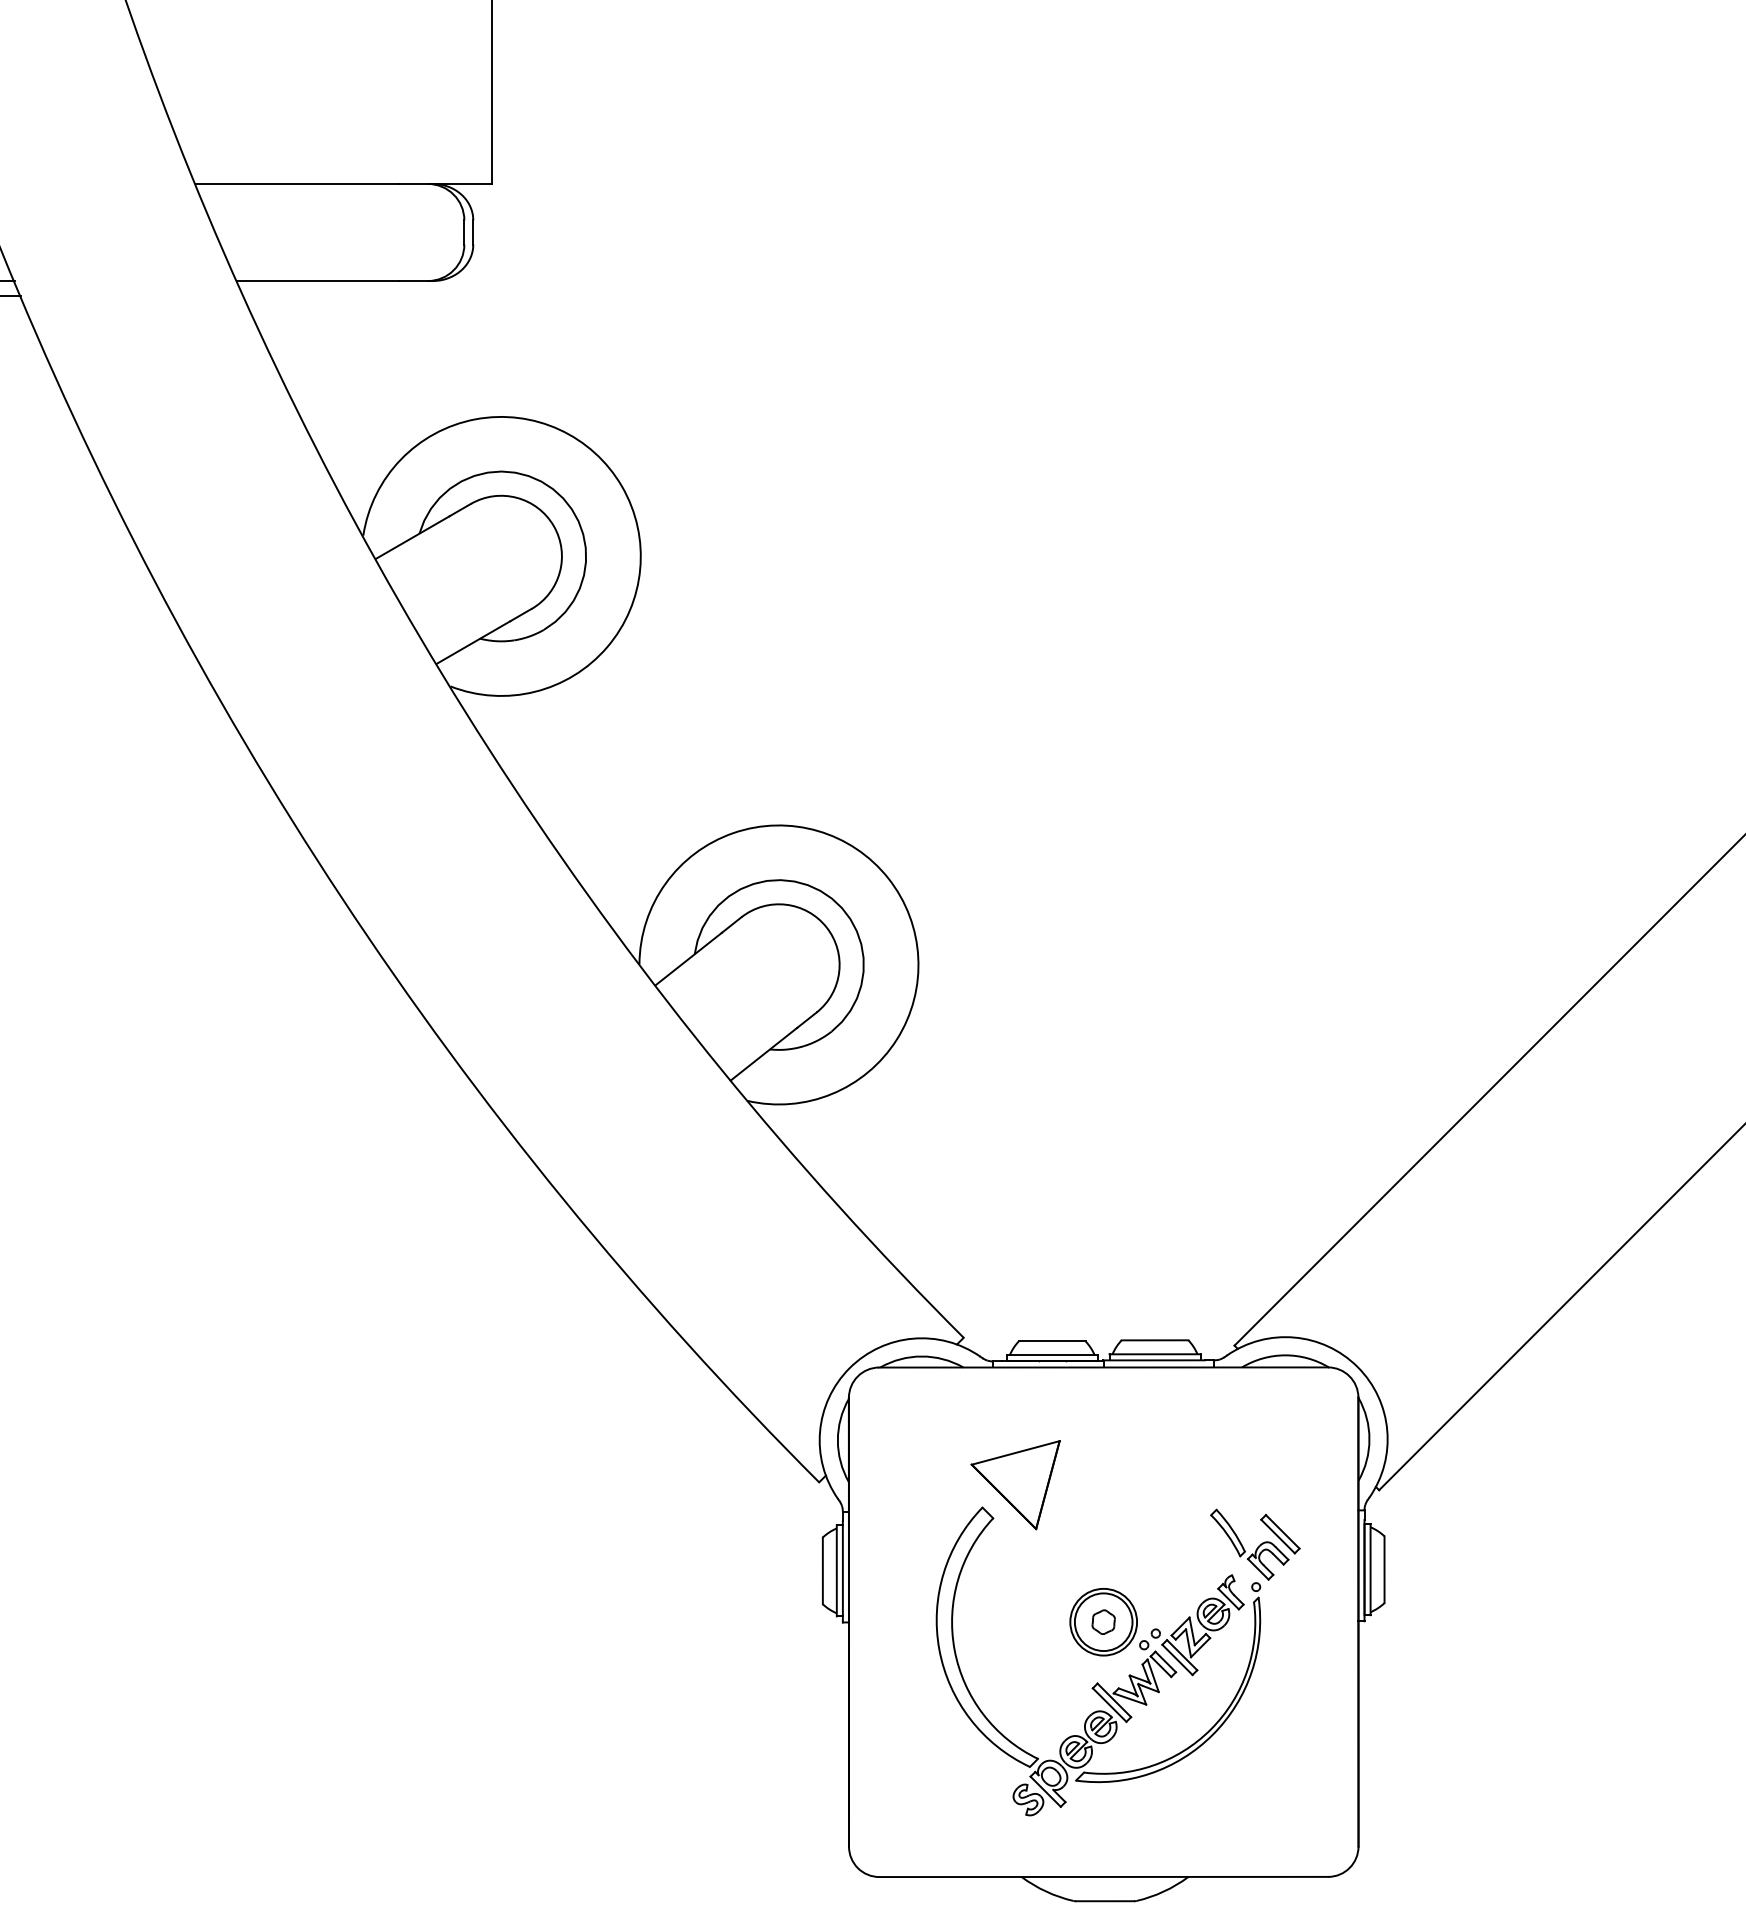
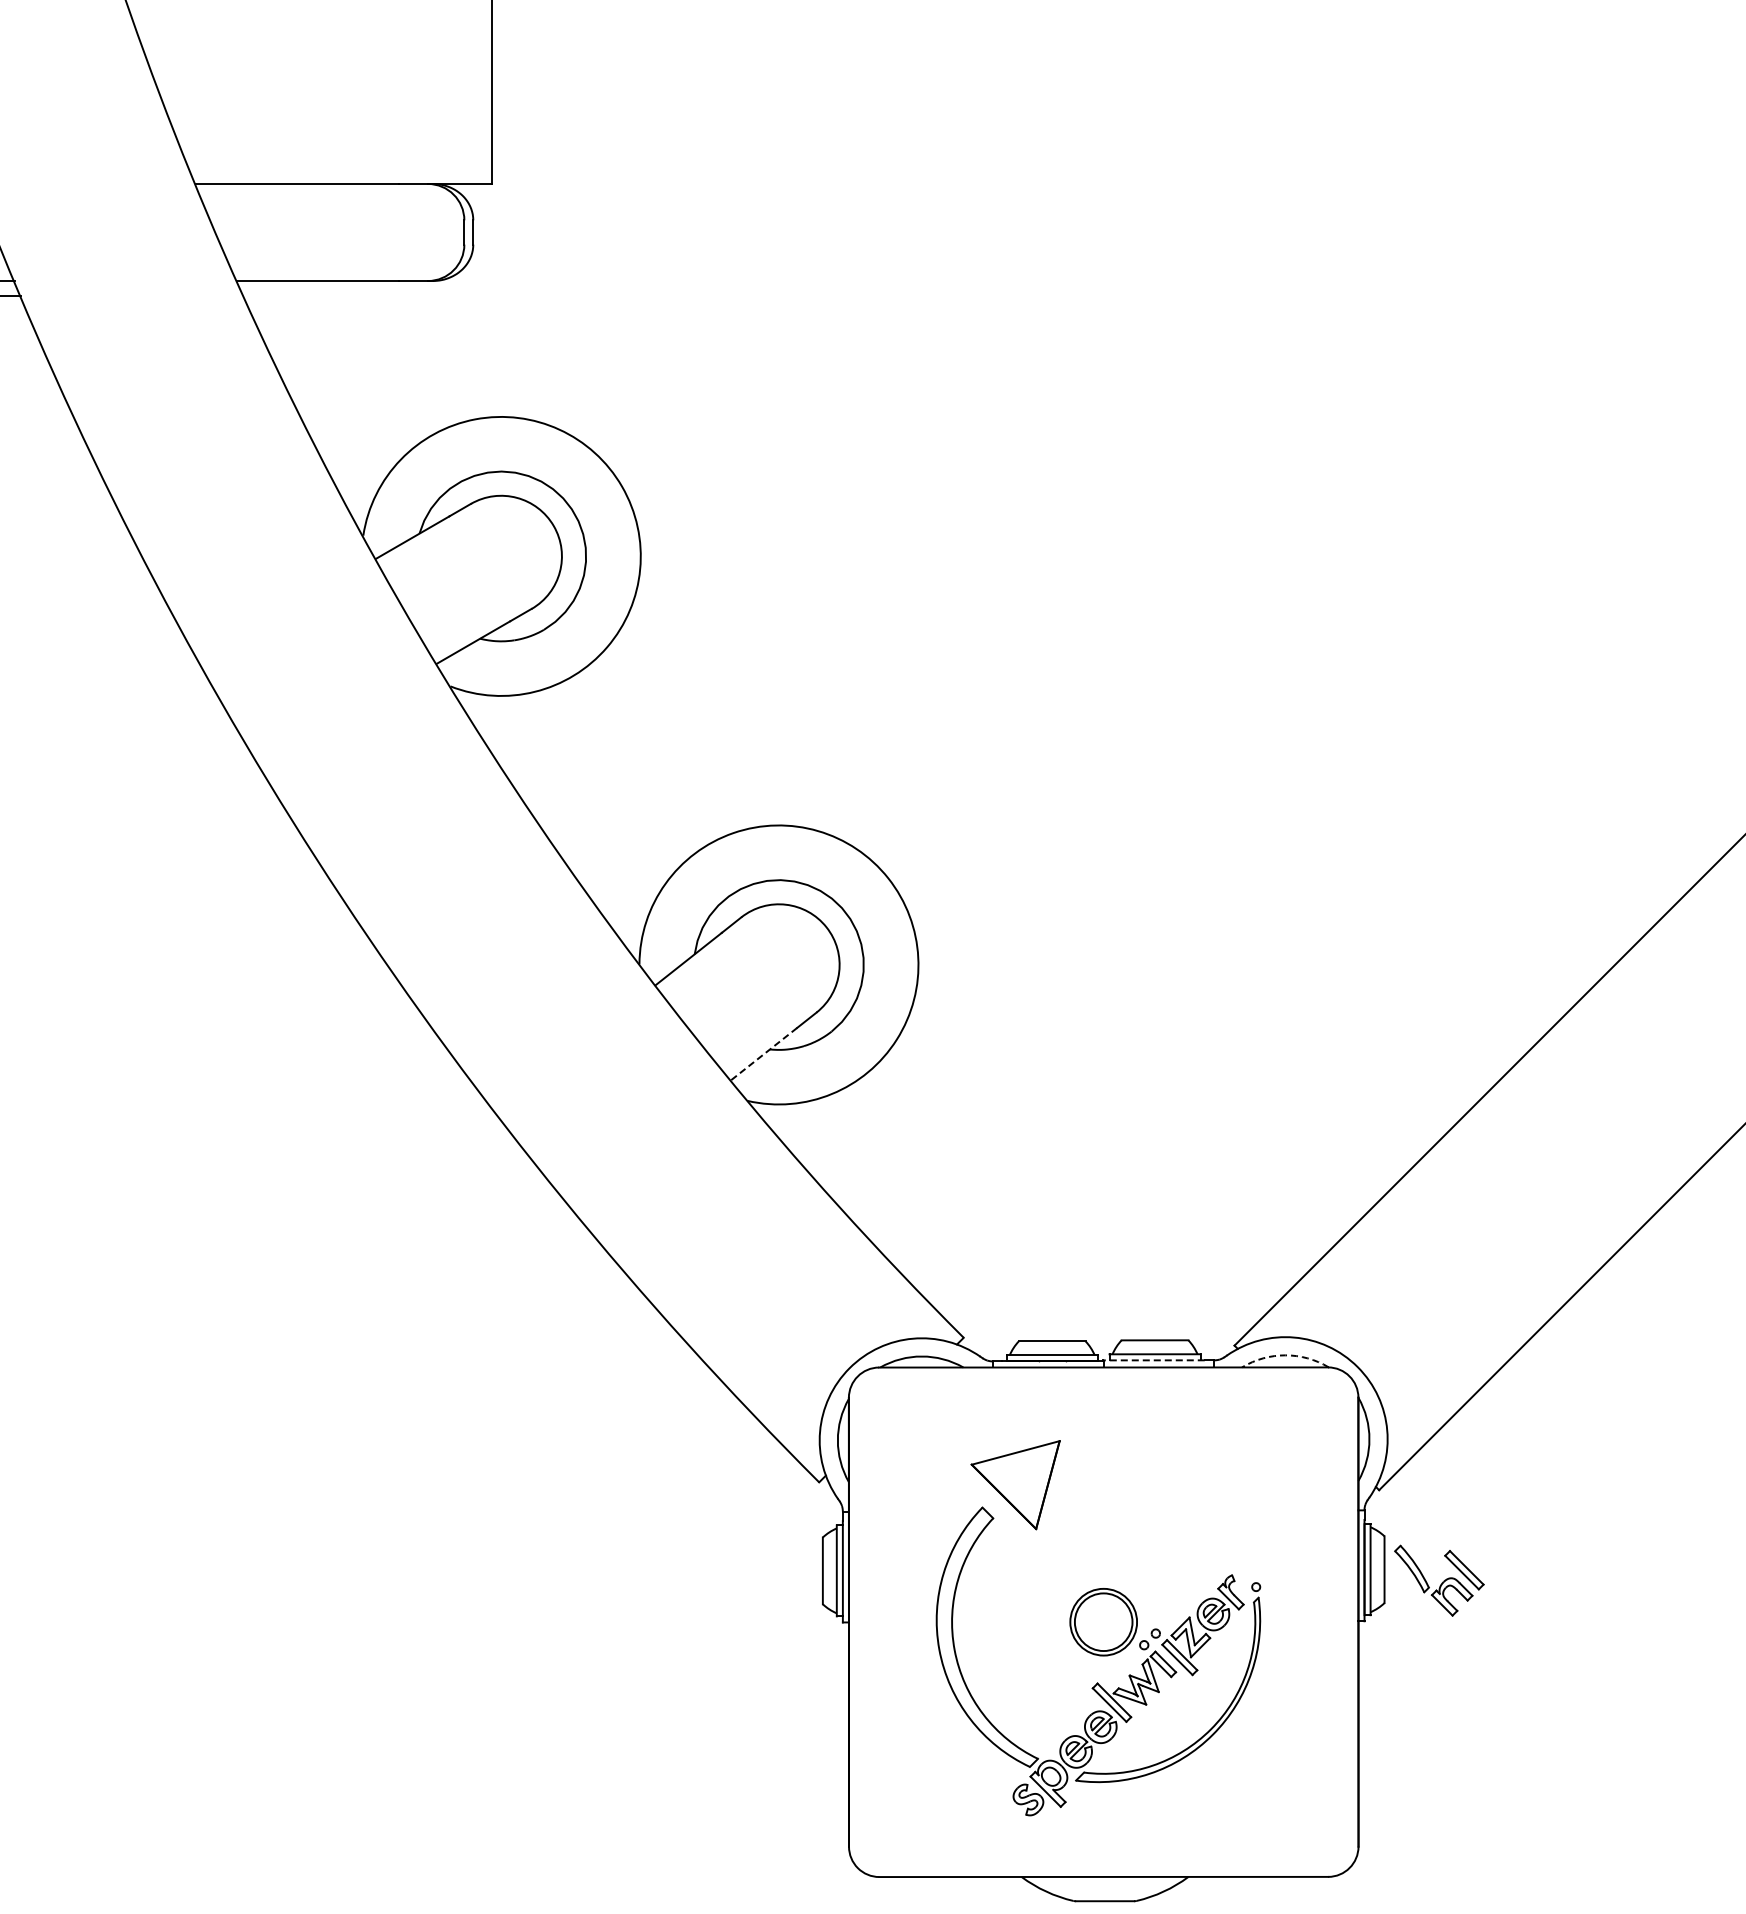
line at (763, 1054): solid -> dashed
arc at (1285, 1355): solid -> dashed
line at (1154, 1360): solid -> dashed
part at (1255, 1544) position: (1255, 1544) -> (1439, 1580)
part at (1103, 1621): present -> none
